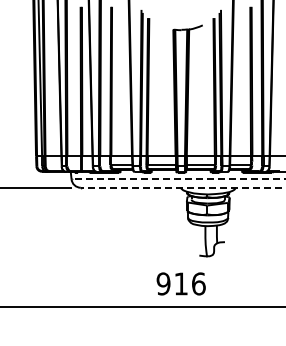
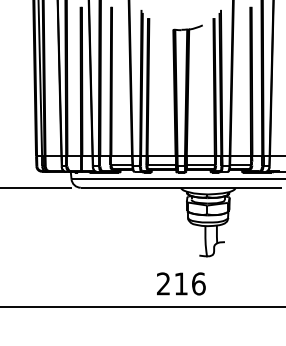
line at (178, 179): dashed -> solid
line at (180, 187): dashed -> solid
text at (163, 283): 916 -> 216
